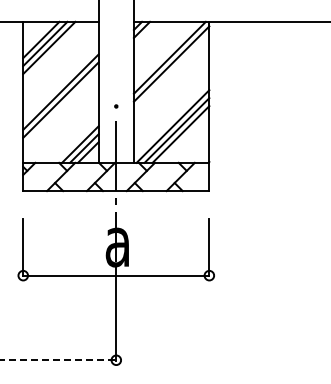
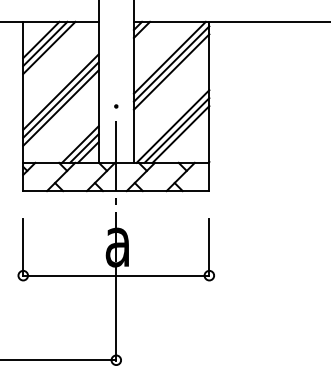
line at (171, 71): none -> present
line at (60, 107): none -> present
line at (58, 360): dashed -> solid
